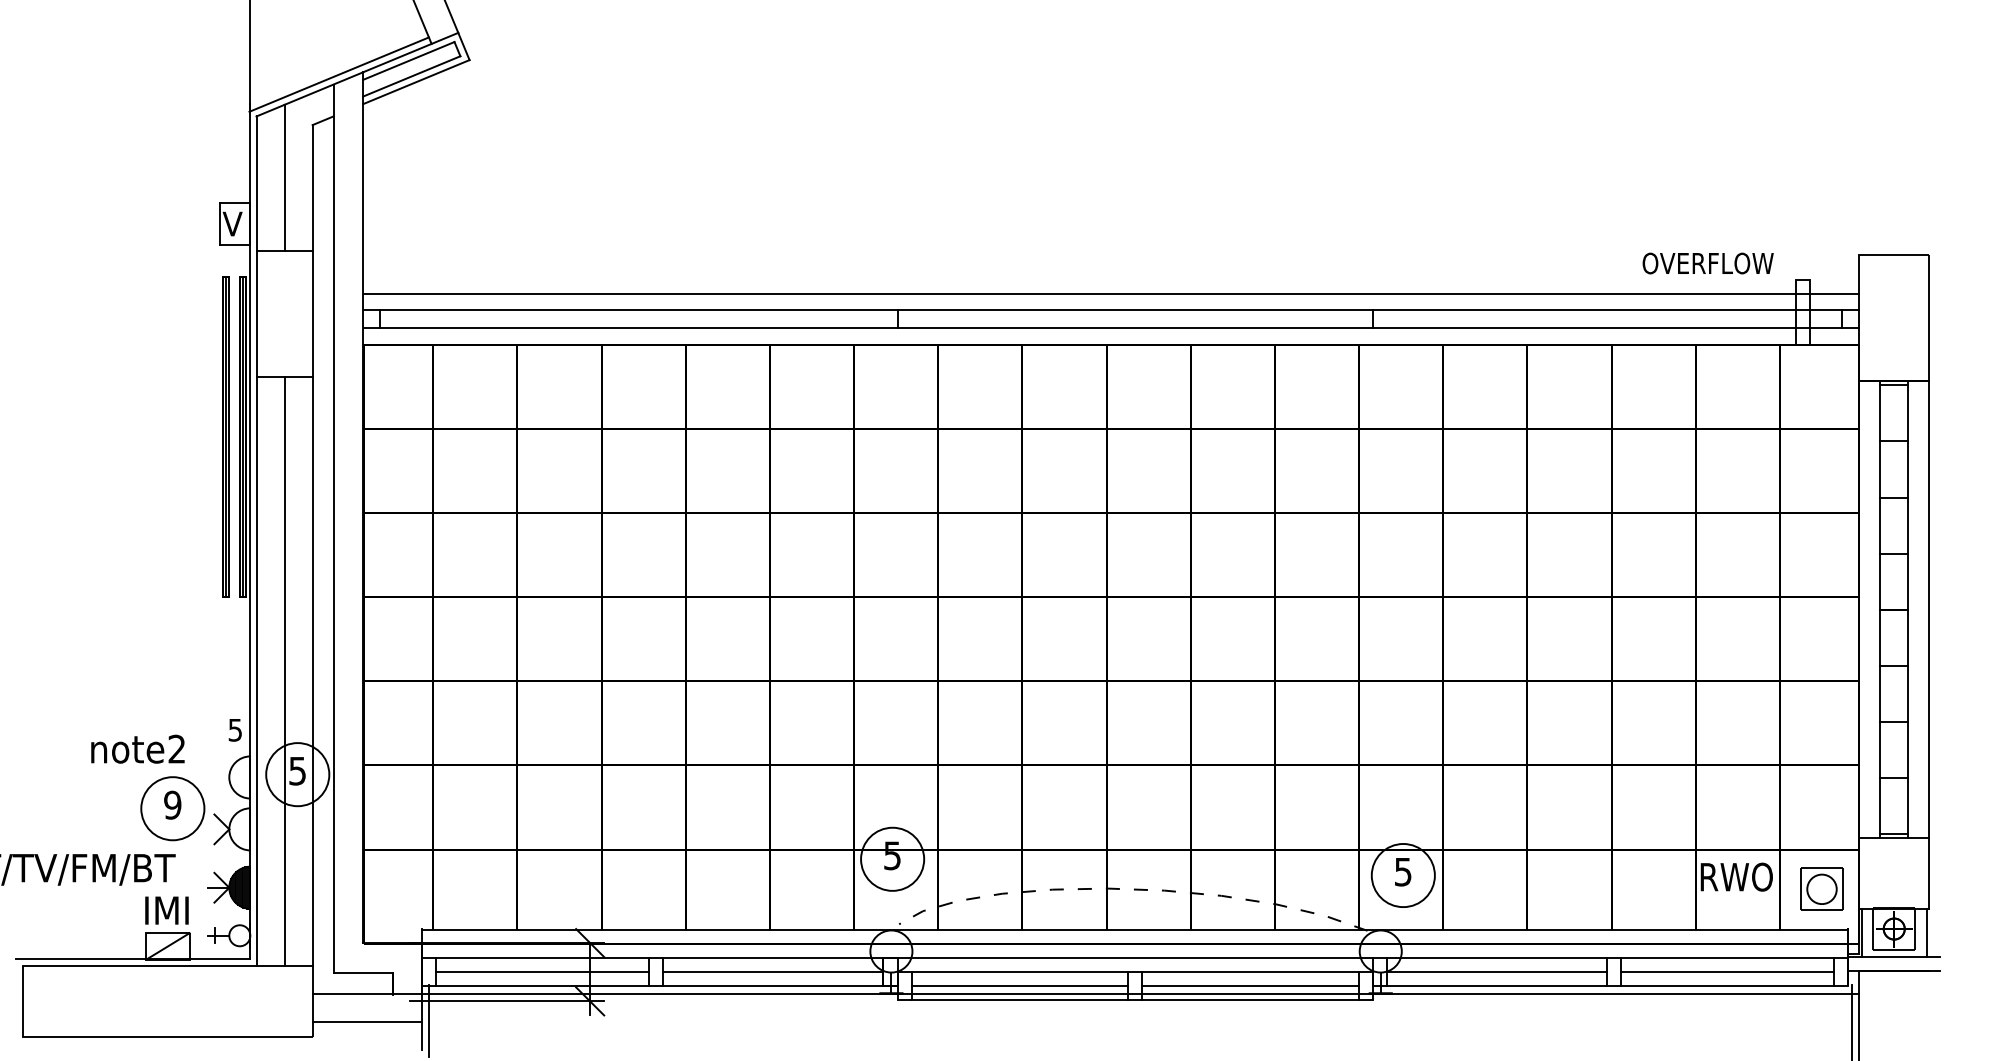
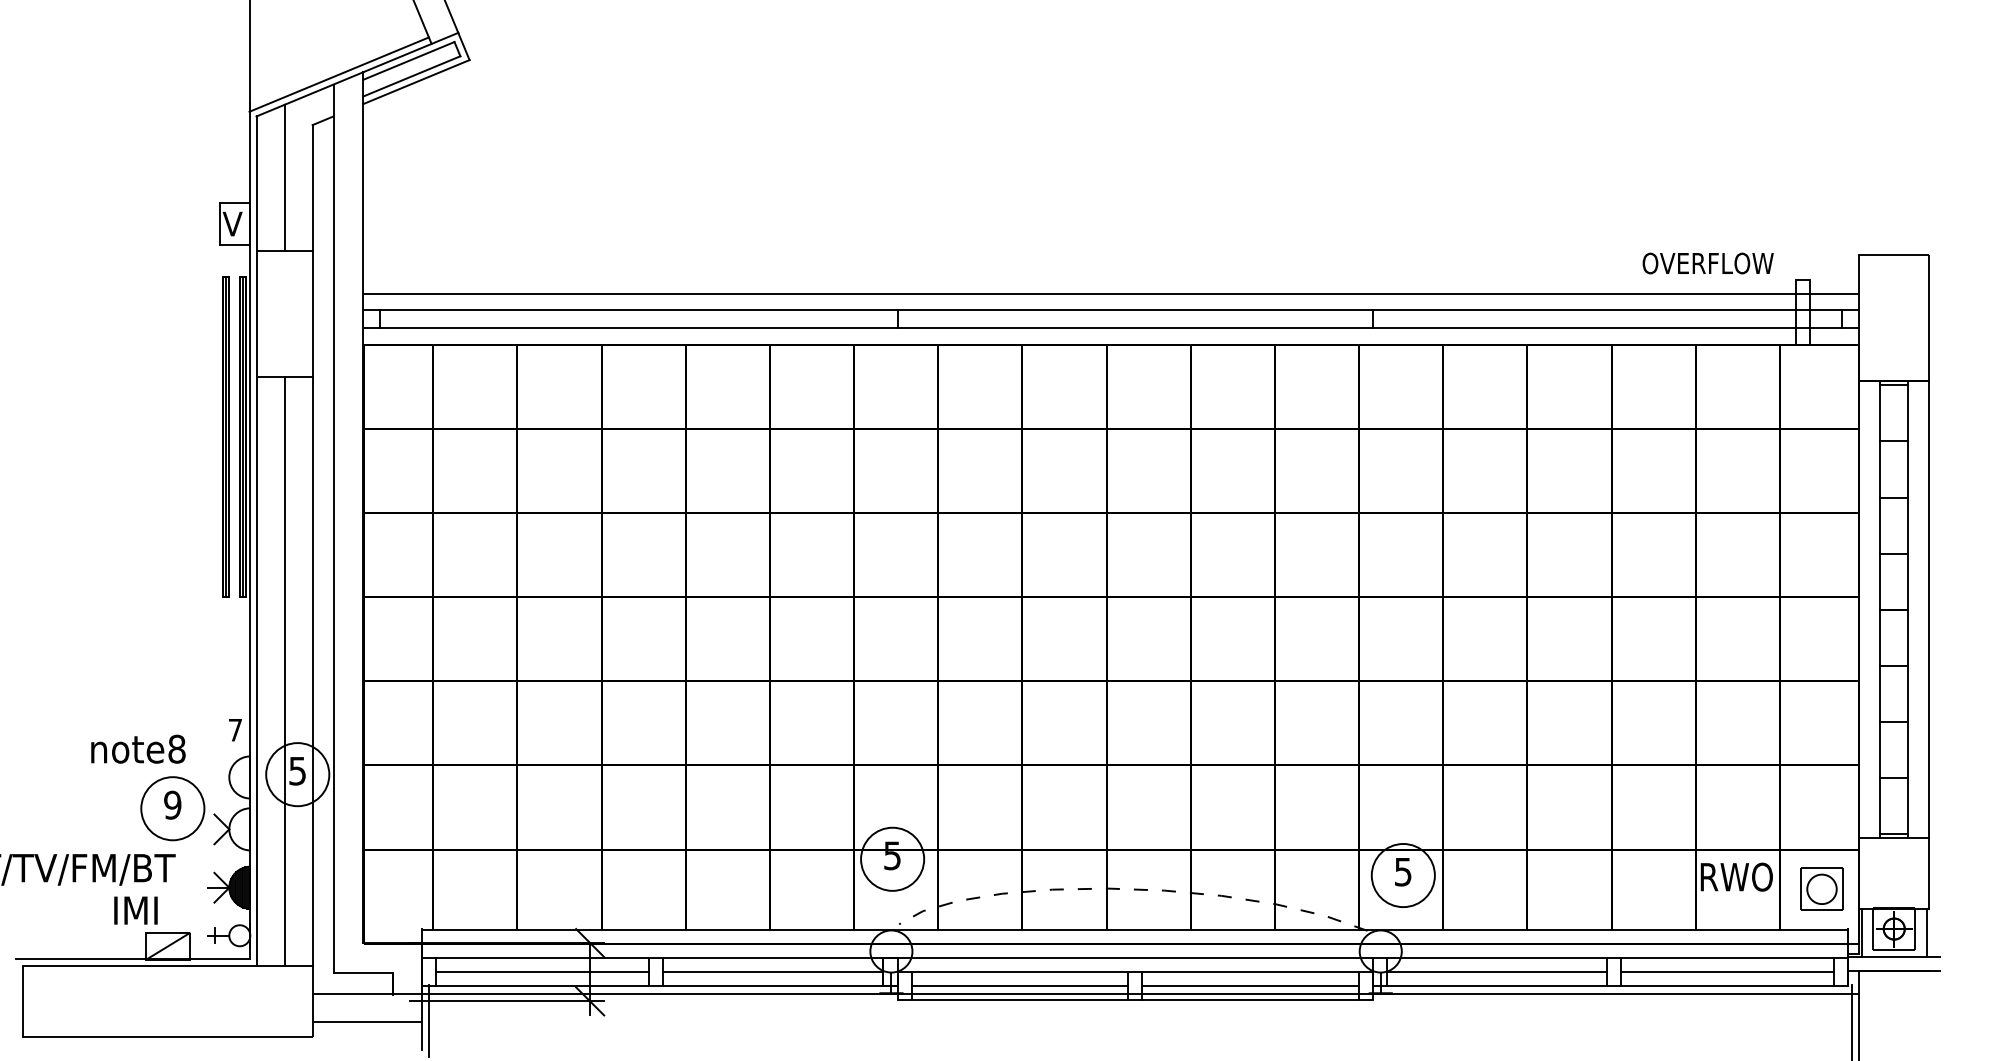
text at (234, 730): 5 -> 7
text at (176, 748): note2 -> note8
text at (166, 910) position: (166, 910) -> (135, 910)
